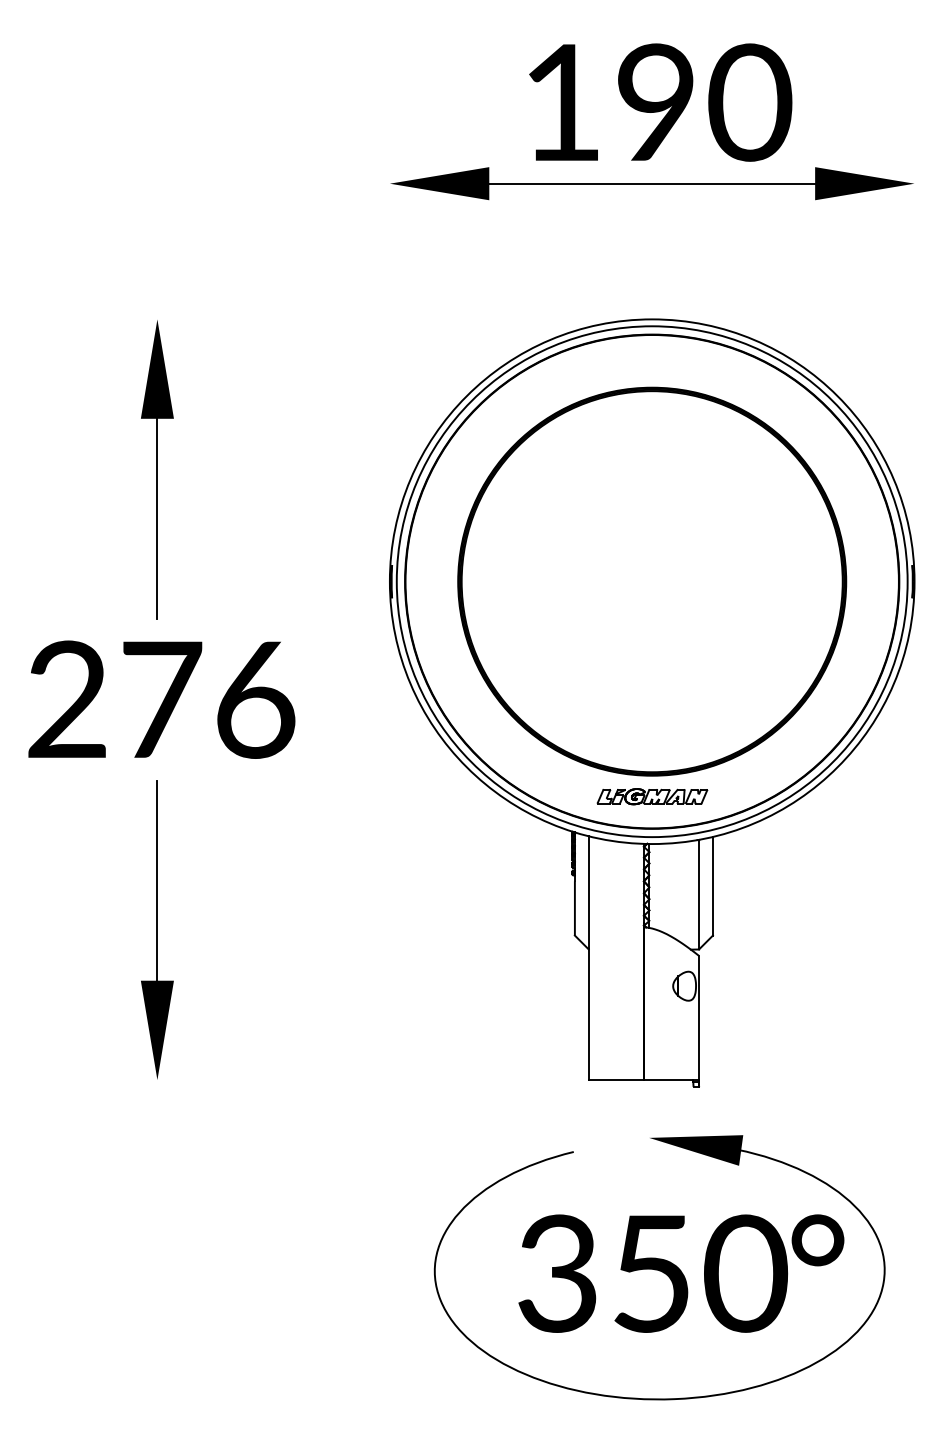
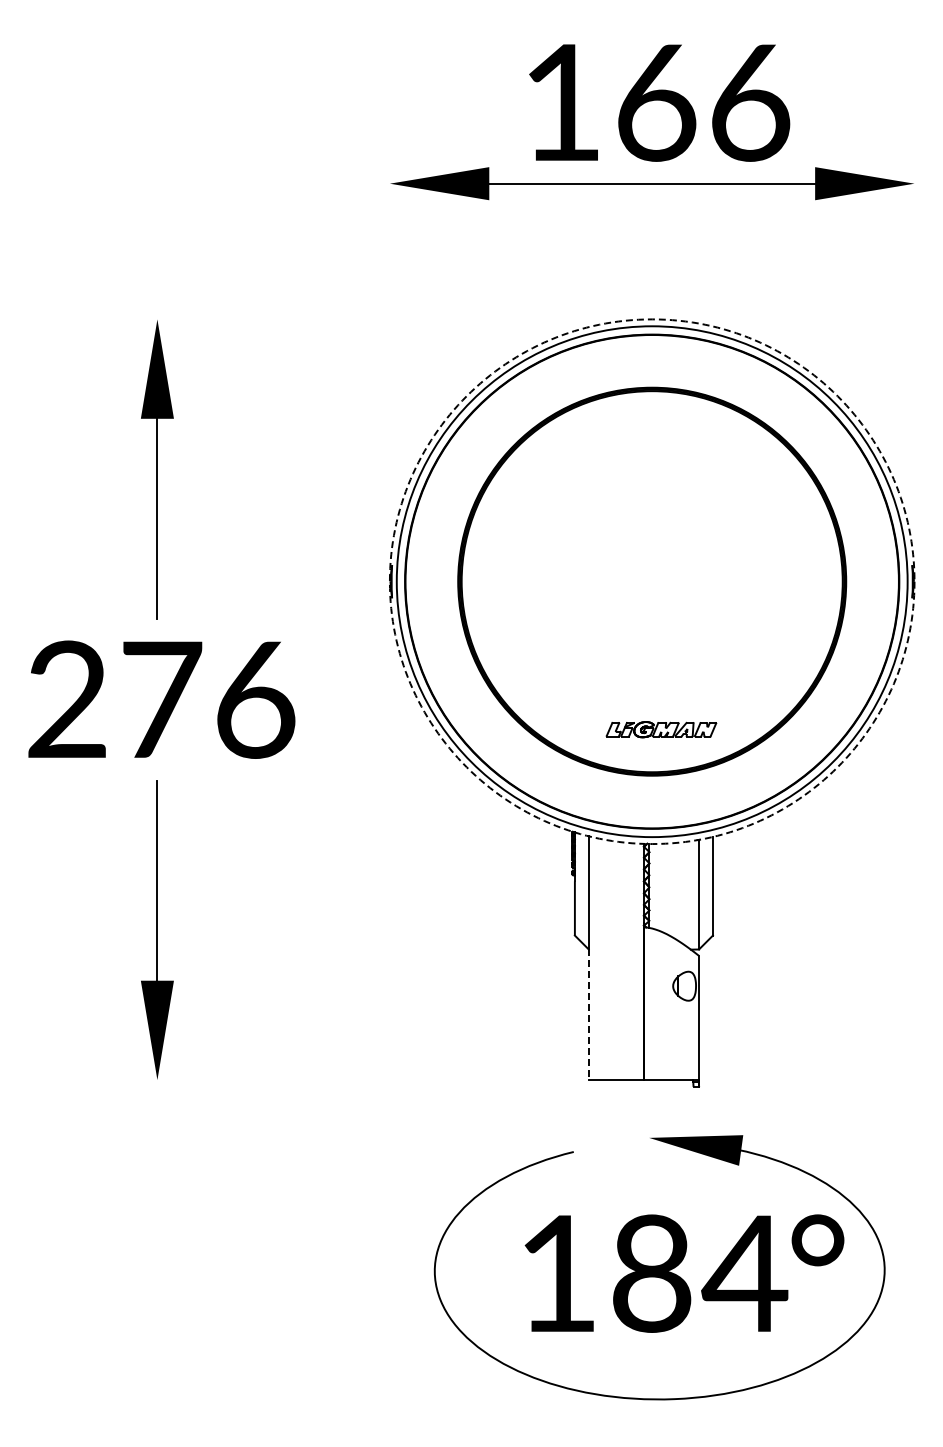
text at (705, 102): 190 -> 166
circle at (651, 581): solid -> dashed
part at (652, 796) position: (652, 796) -> (661, 729)
line at (588, 1015): solid -> dashed
text at (653, 1273): 350 -> 184
